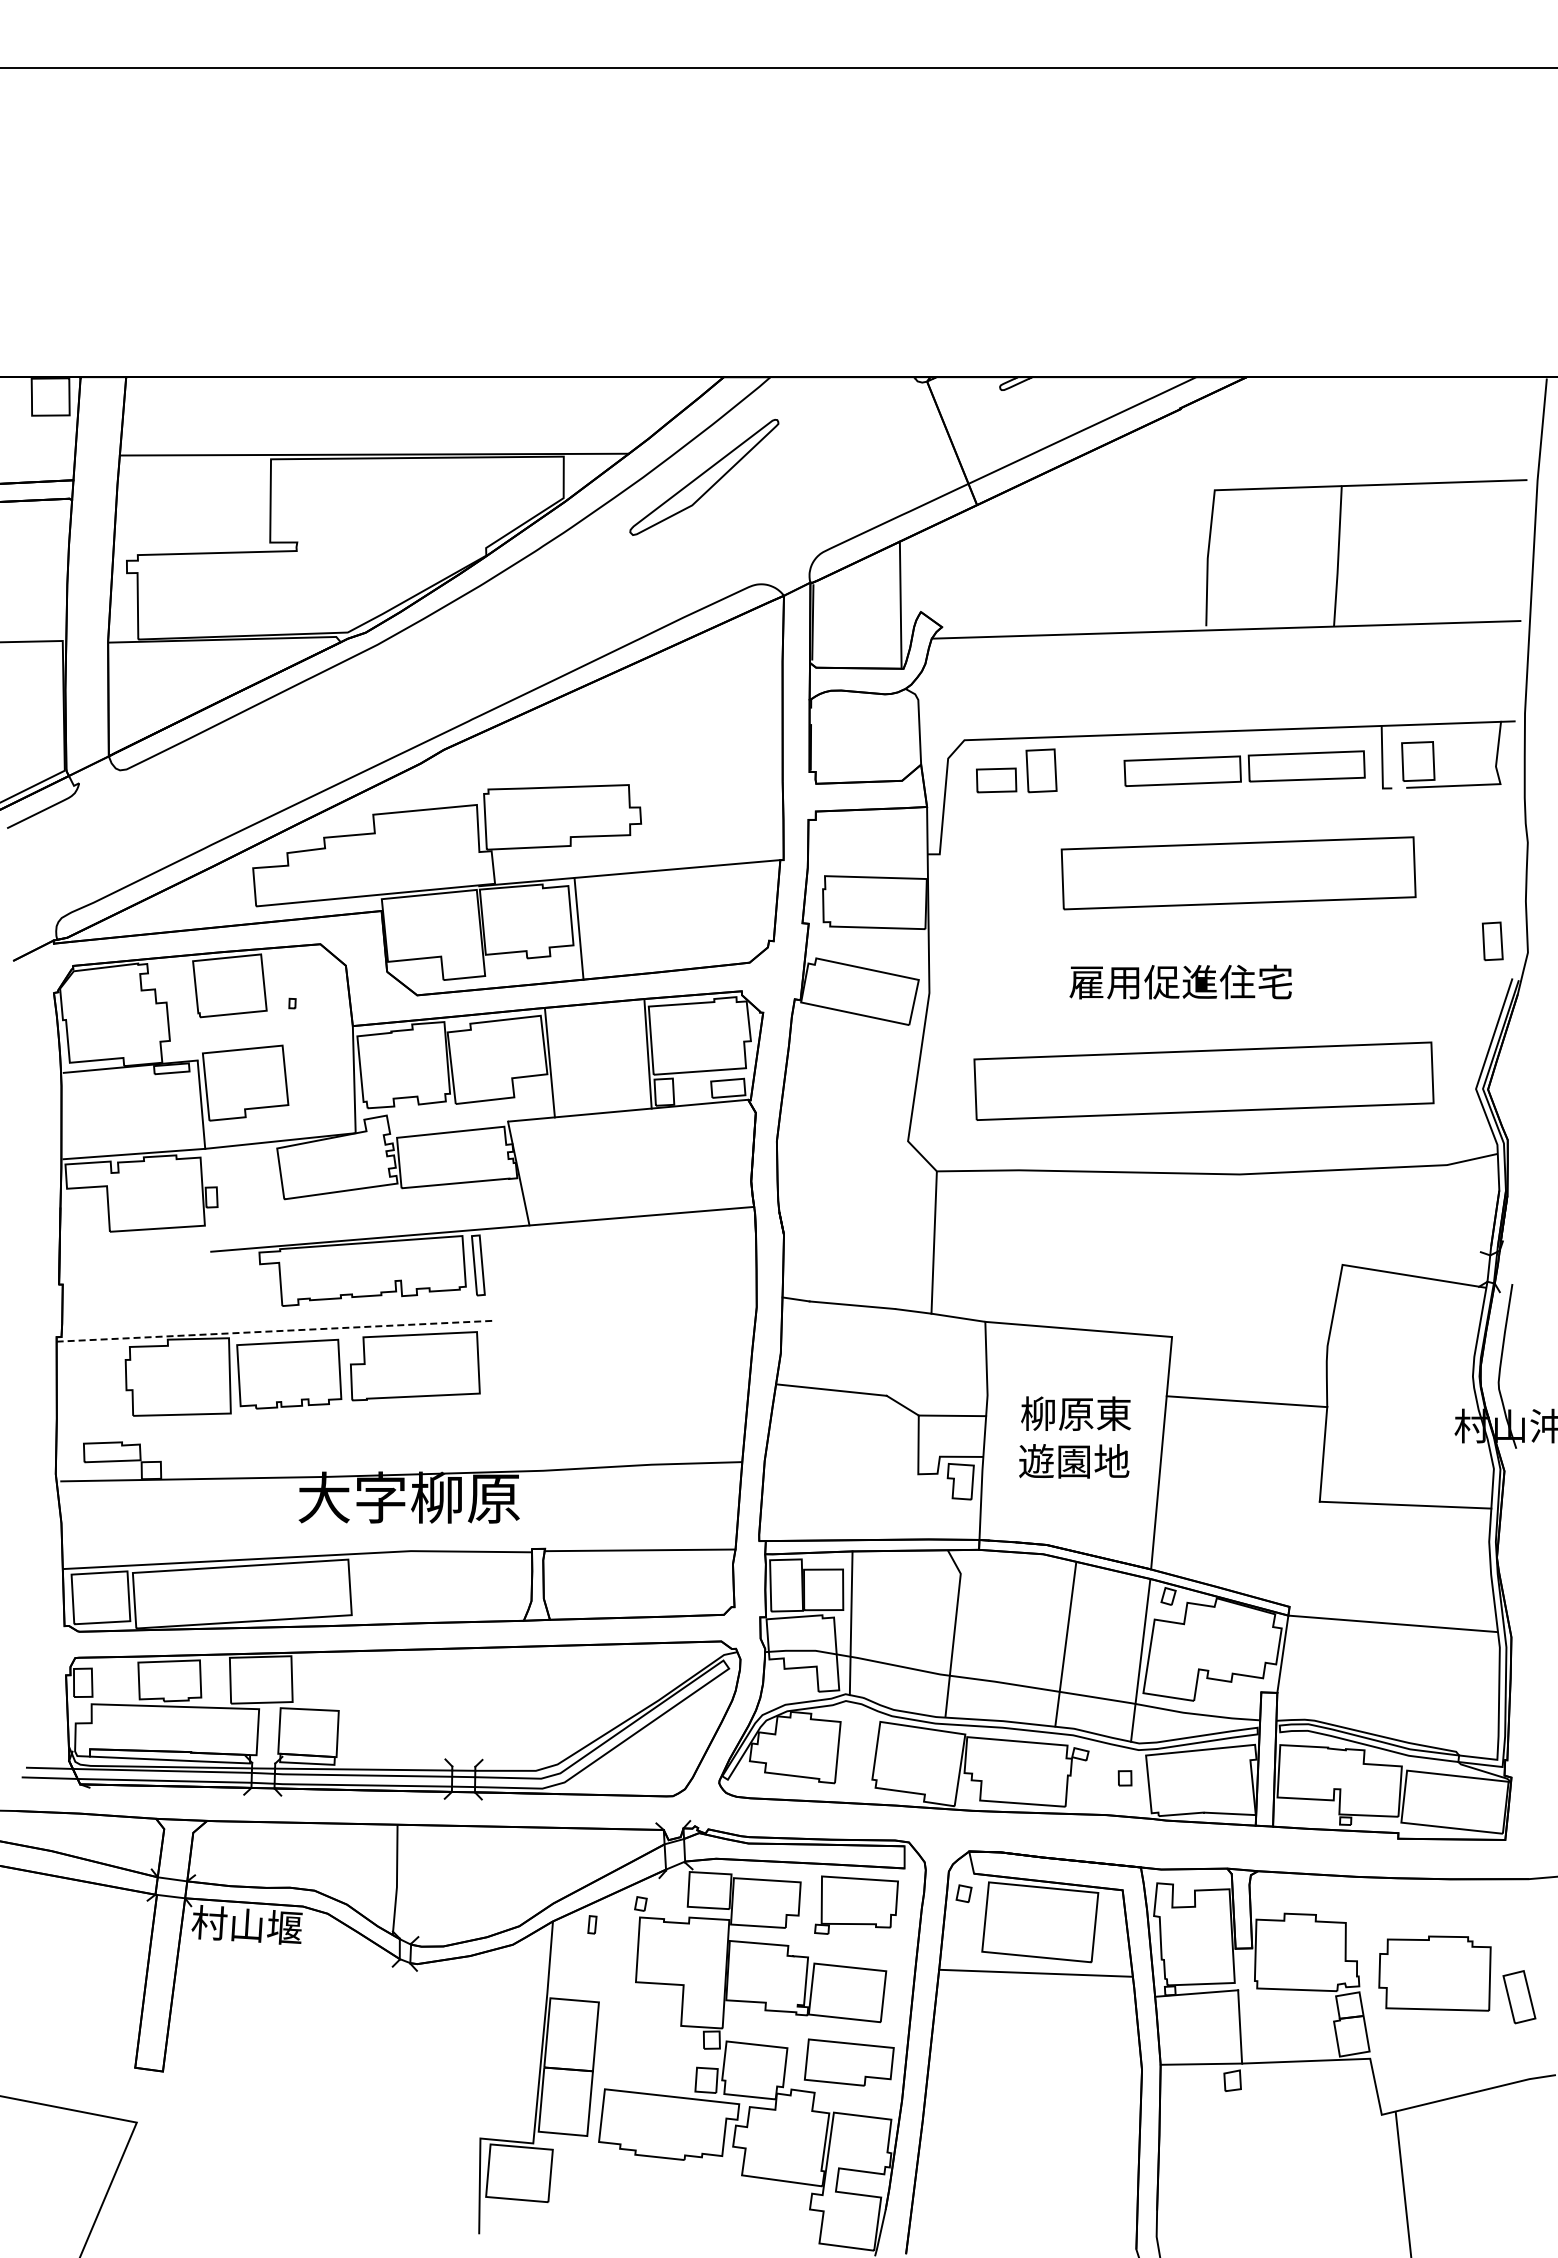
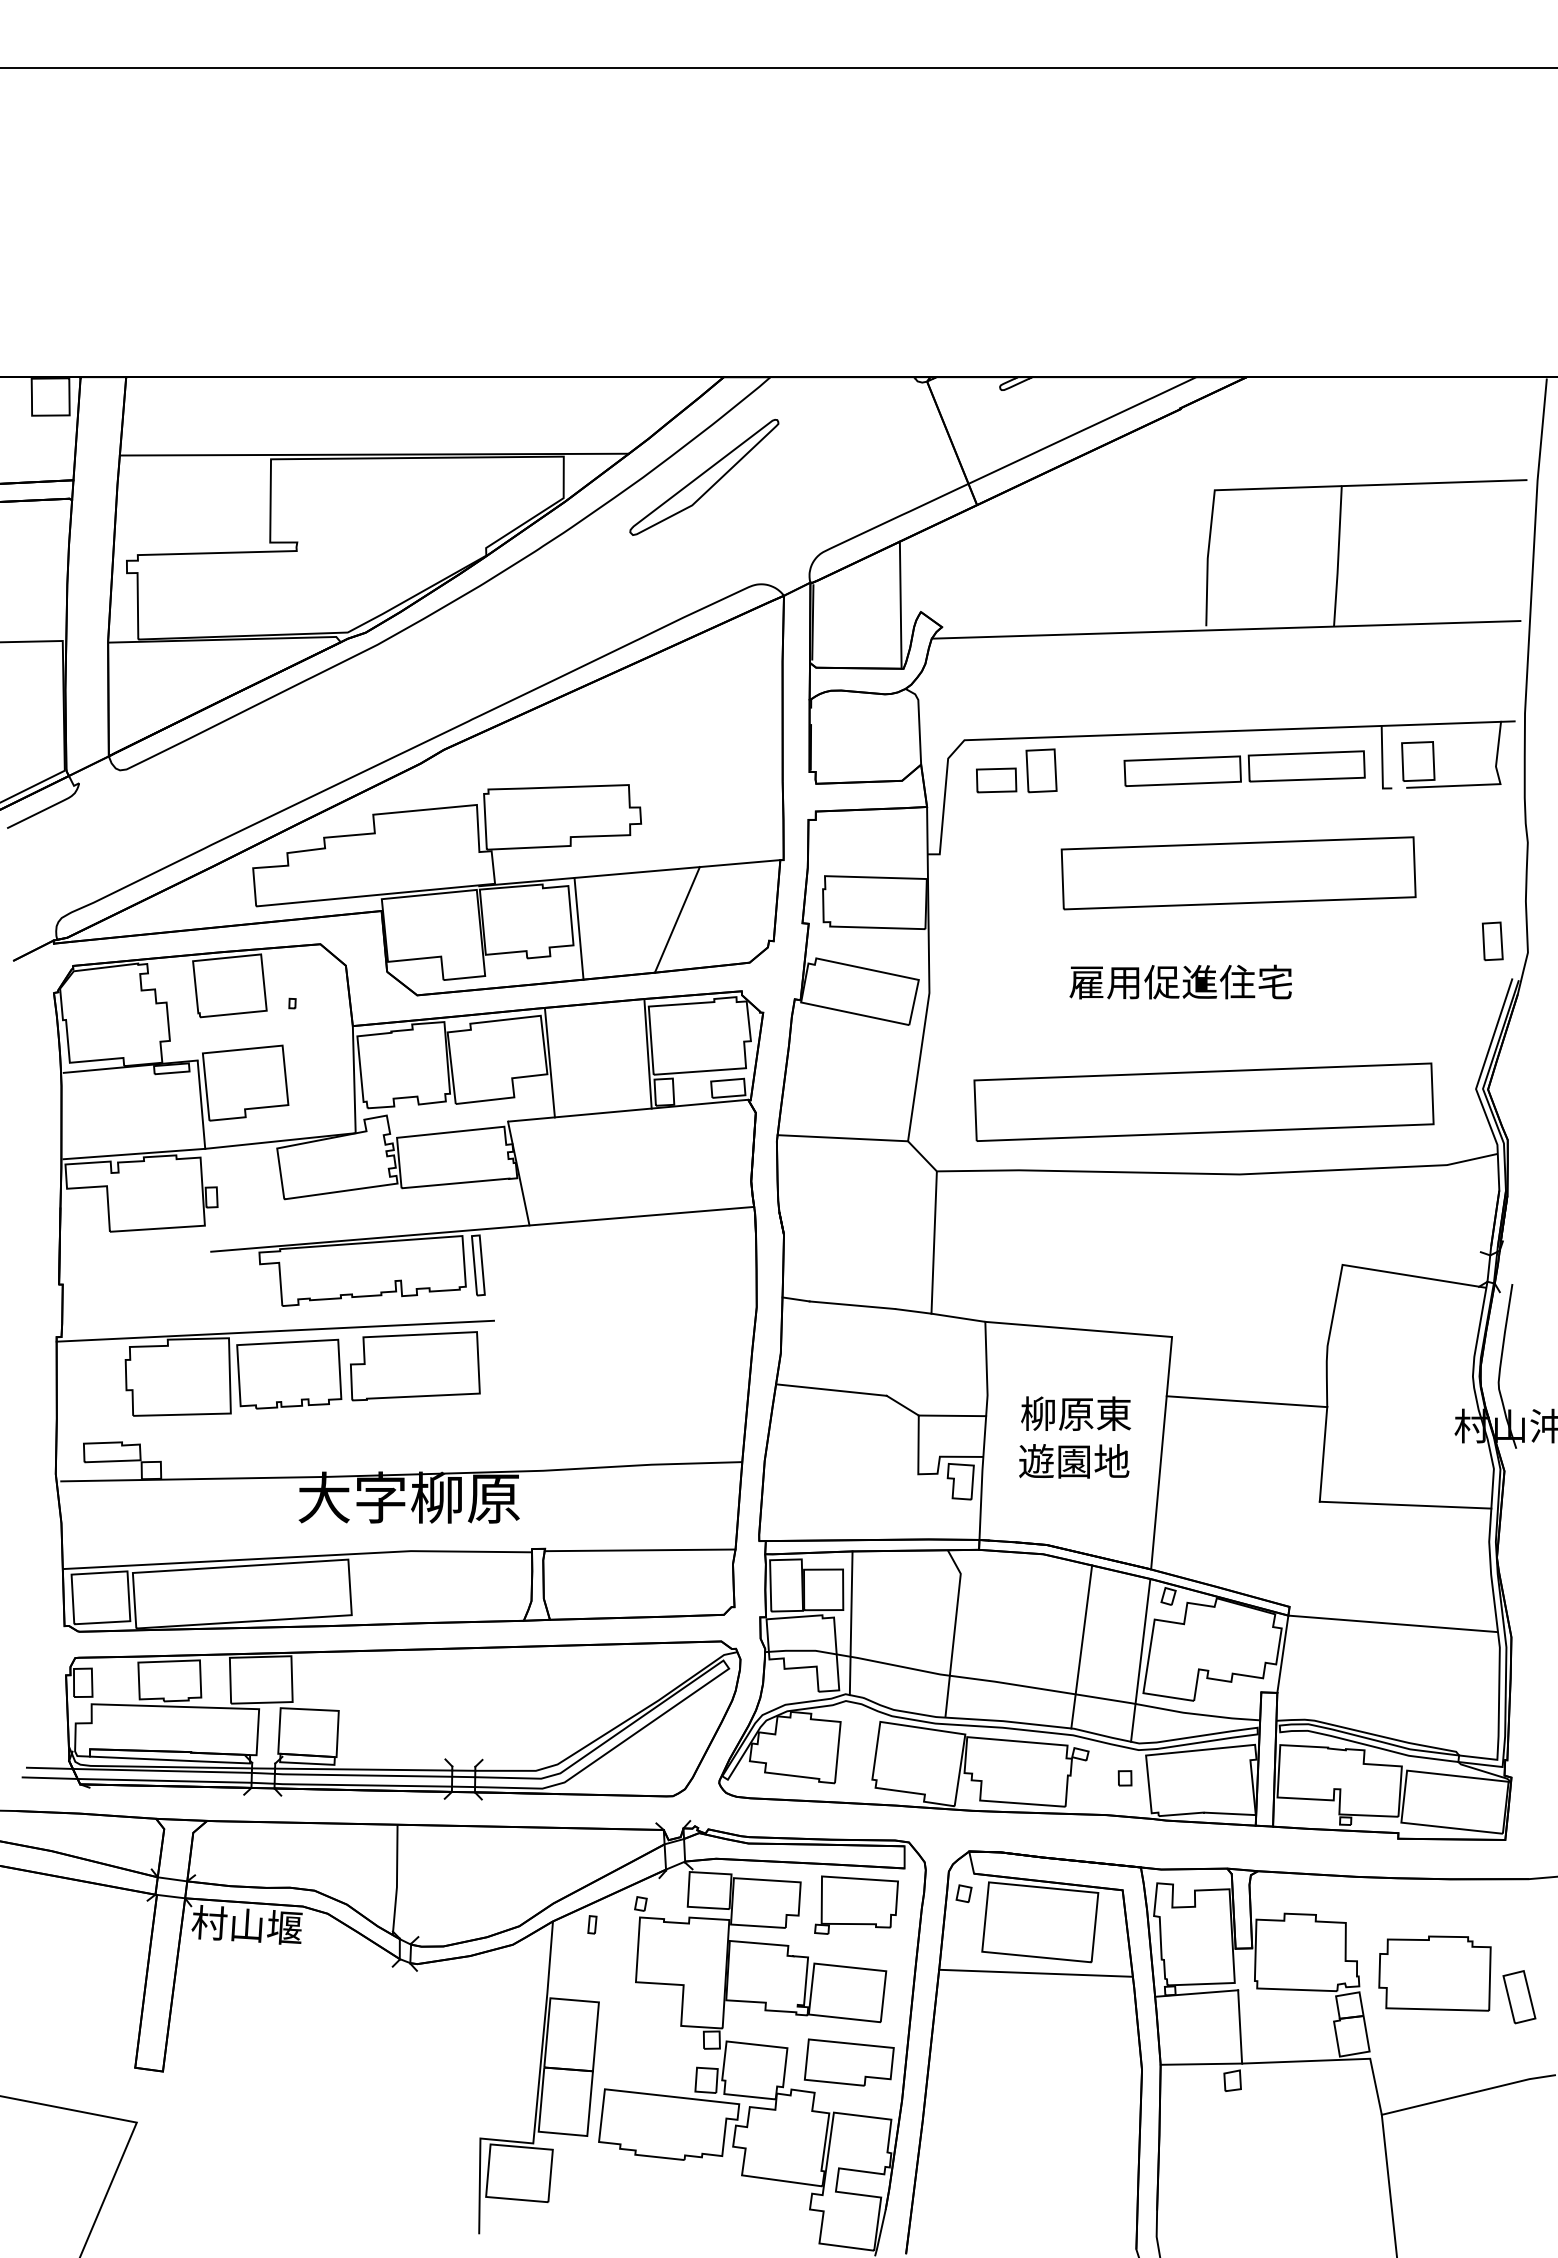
line at (676, 919): none -> present
part at (1203, 1080) position: (1203, 1080) -> (1203, 1101)
line at (842, 1138): none -> present
line at (275, 1331): dashed -> solid
line at (1065, 1644) position: (1065, 1644) -> (1081, 1646)
line at (1402, 2183) position: (1402, 2183) -> (1388, 2184)
